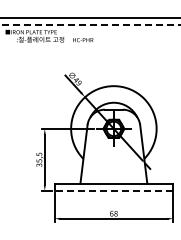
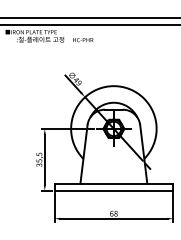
line at (90, 24): dashed -> solid
line at (113, 190): dashed -> solid
